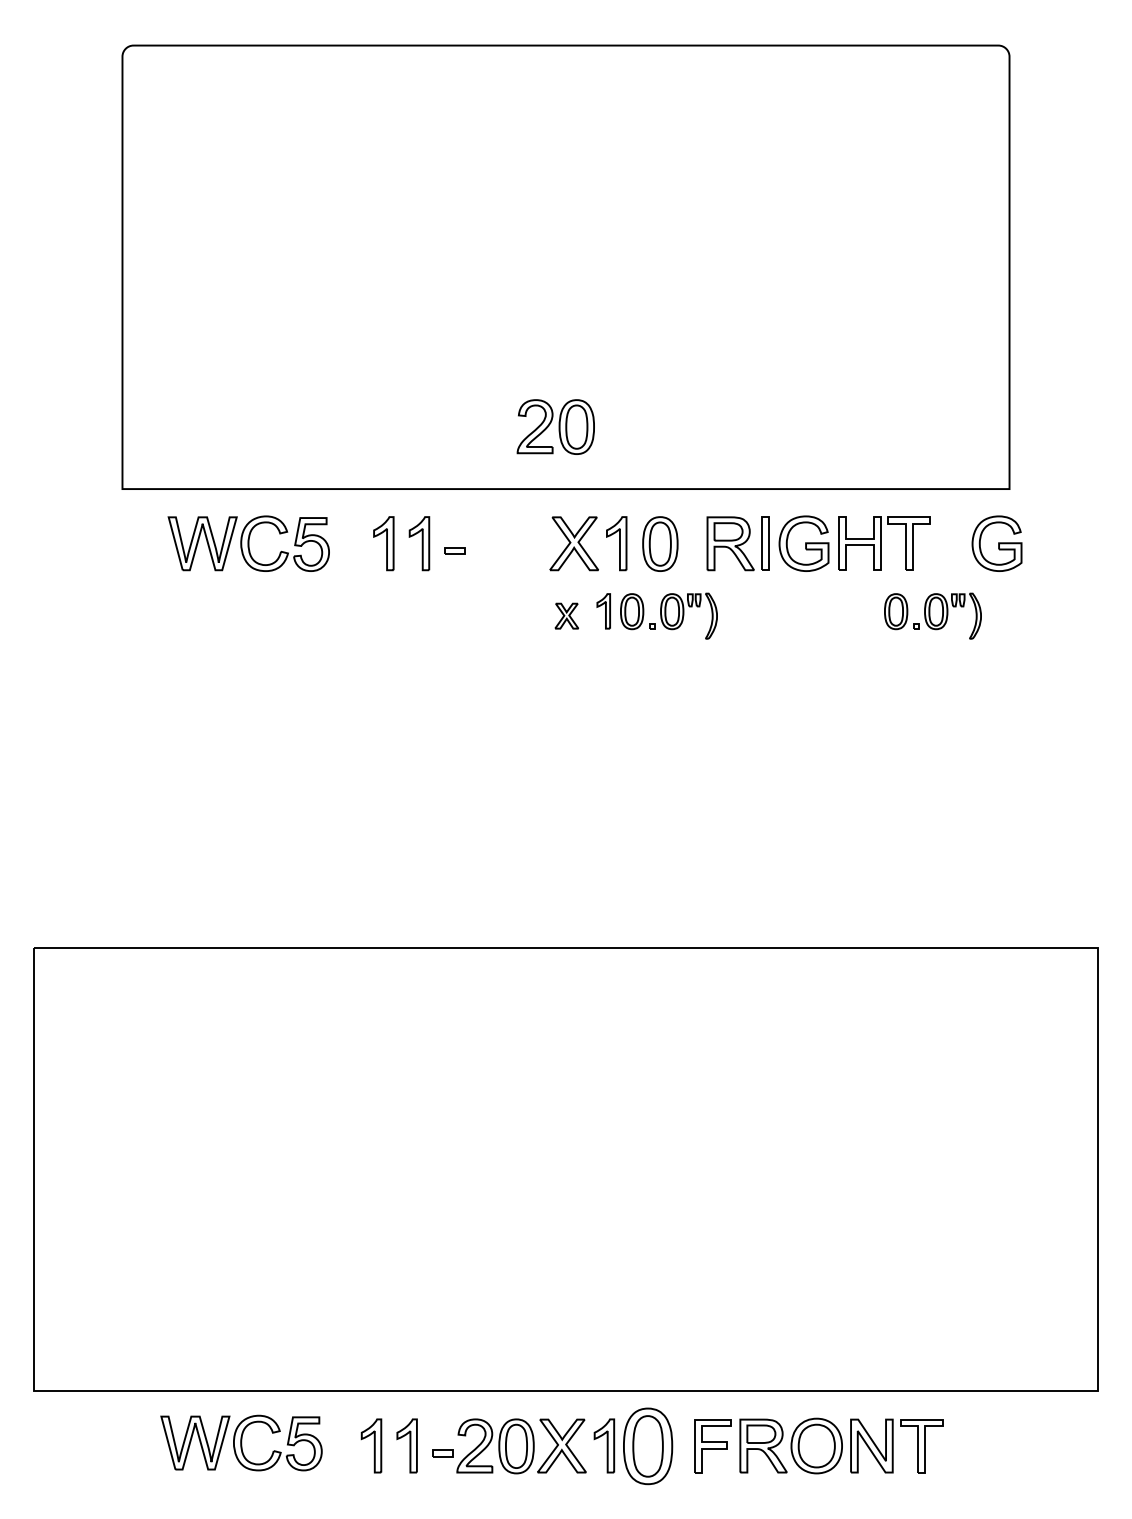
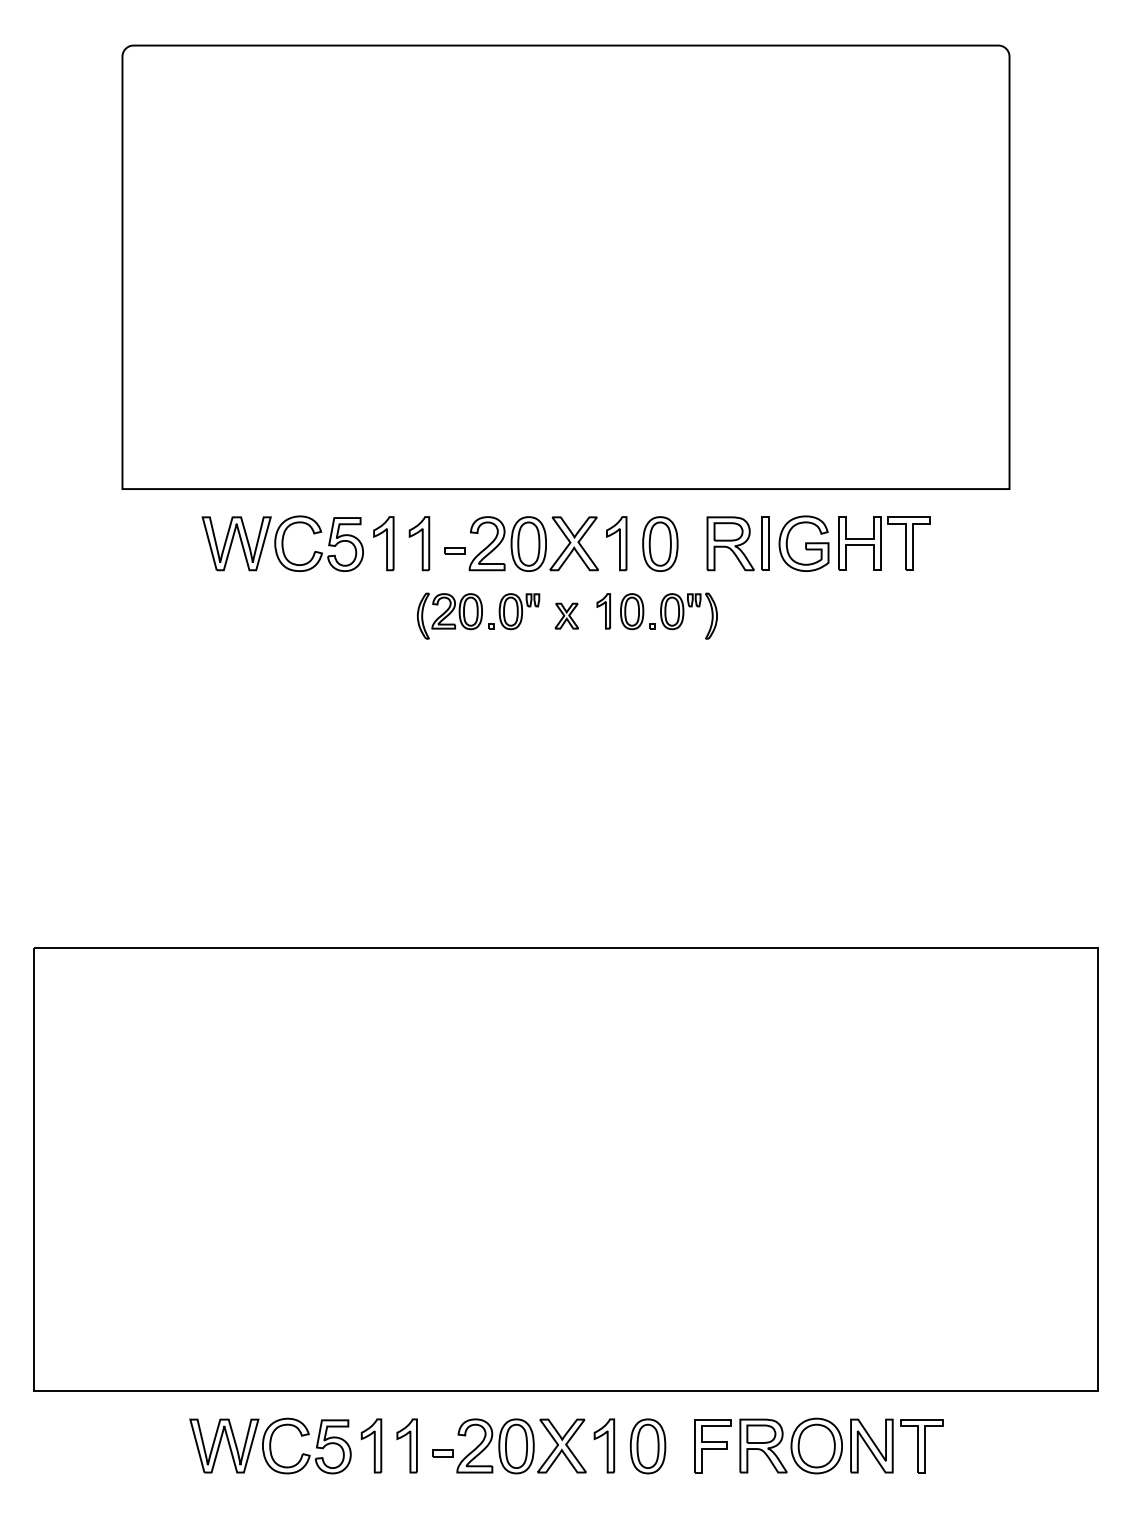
part at (555, 426) position: (555, 426) -> (507, 543)
part at (248, 543) position: (248, 543) -> (282, 543)
part at (996, 543): present -> none
part at (478, 615): none -> present
part at (932, 615): present -> none
part at (241, 1442) position: (241, 1442) -> (270, 1445)
part at (648, 1446) size: 51x79 px -> 38x57 px
